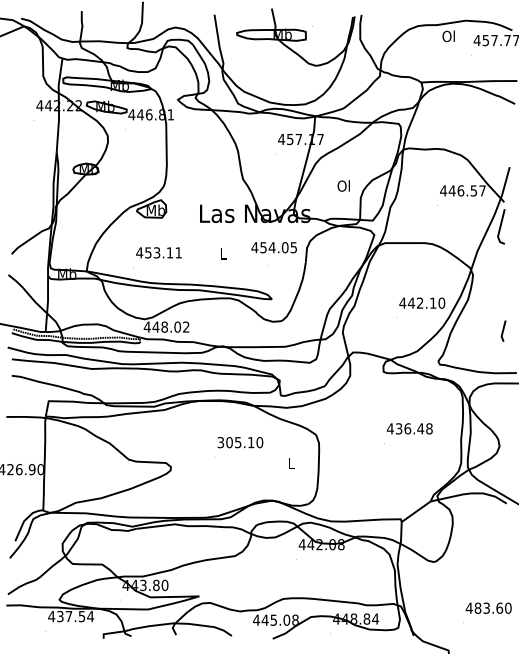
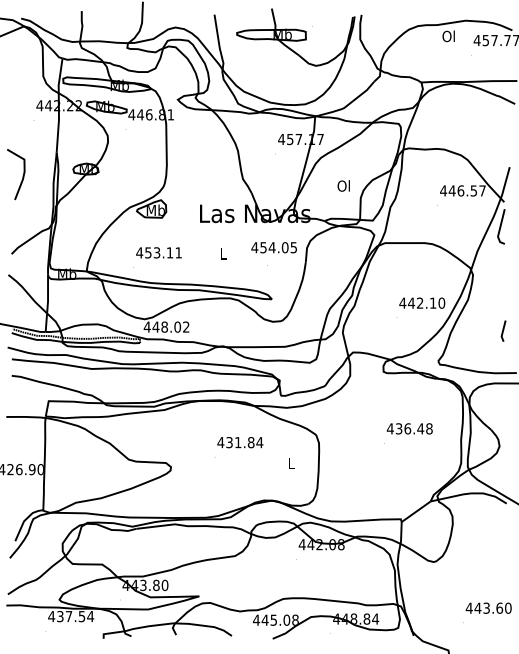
line at (22, 175): none -> present
text at (240, 442): 305.10 -> 431.84
text at (477, 607): 483.60 -> 443.60
